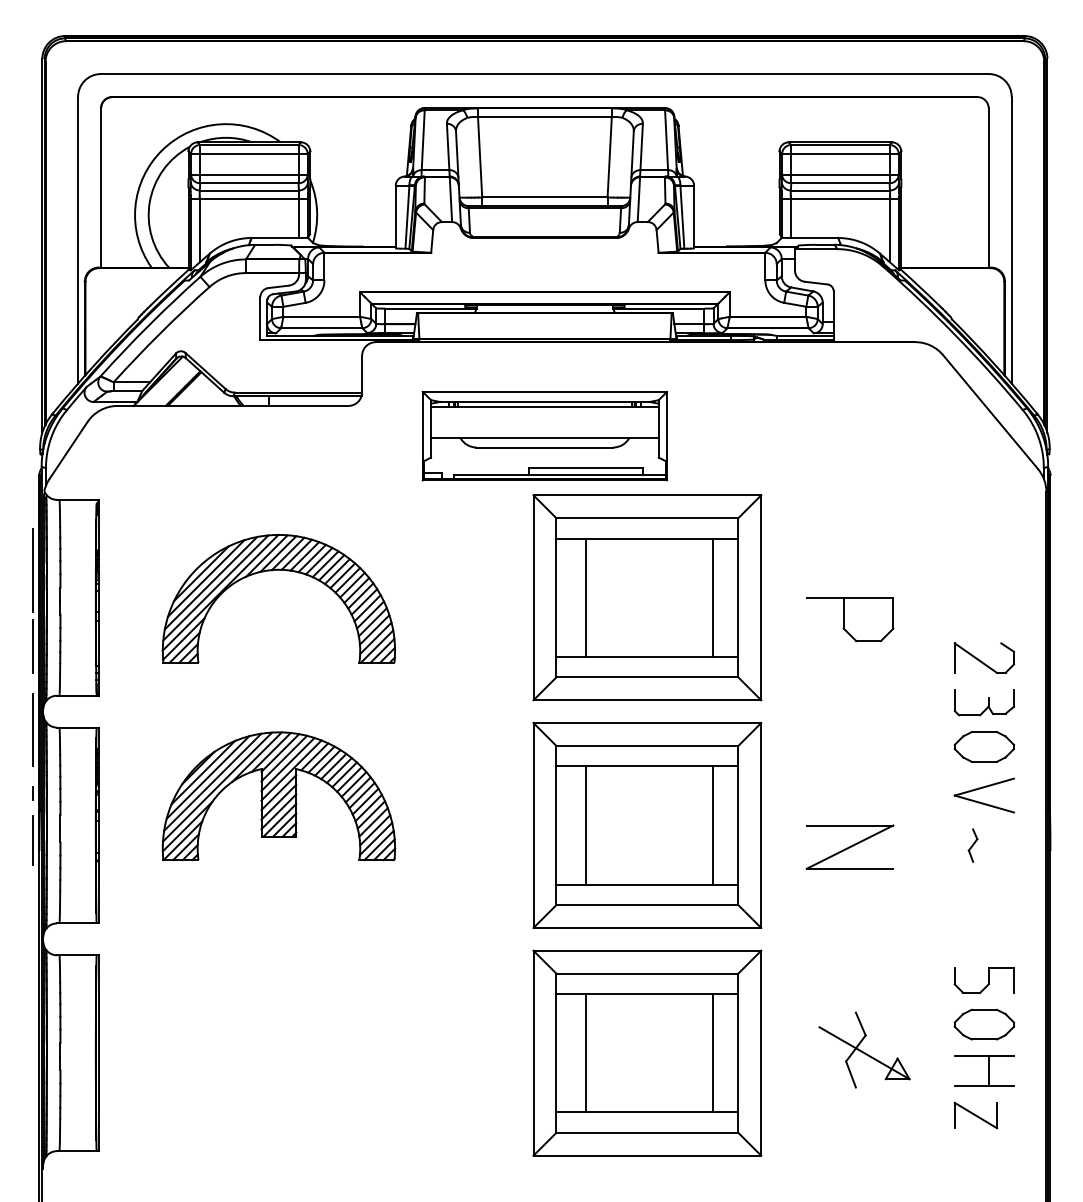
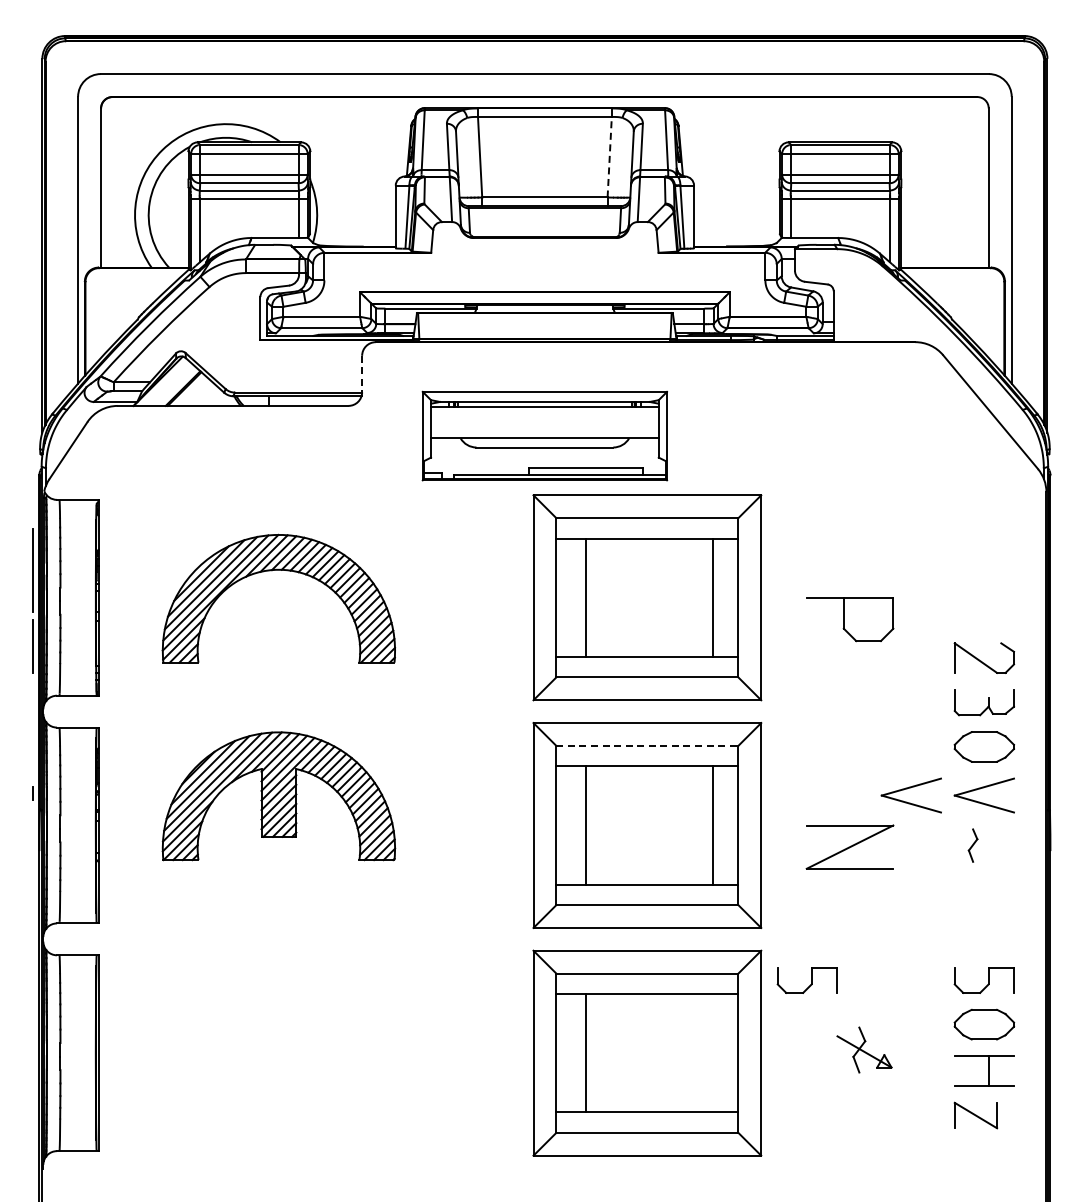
line at (609, 156): solid -> dashed
line at (362, 374): solid -> dashed
line at (32, 729): present -> none
line at (647, 745): solid -> dashed
part at (907, 789): none -> present
line at (32, 839): present -> none
part at (806, 980): none -> present
part at (864, 1049) size: 93x78 px -> 57x48 px
line at (713, 1053): present -> none
